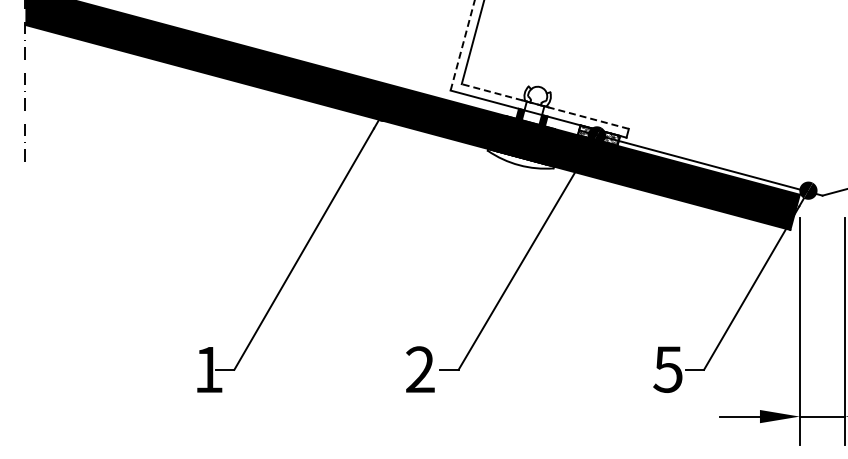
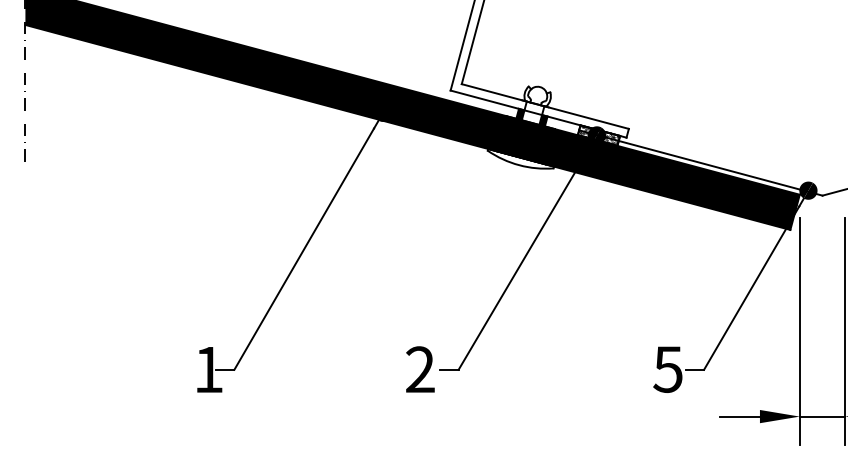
line at (462, 45): dashed -> solid
line at (544, 106): dashed -> solid
